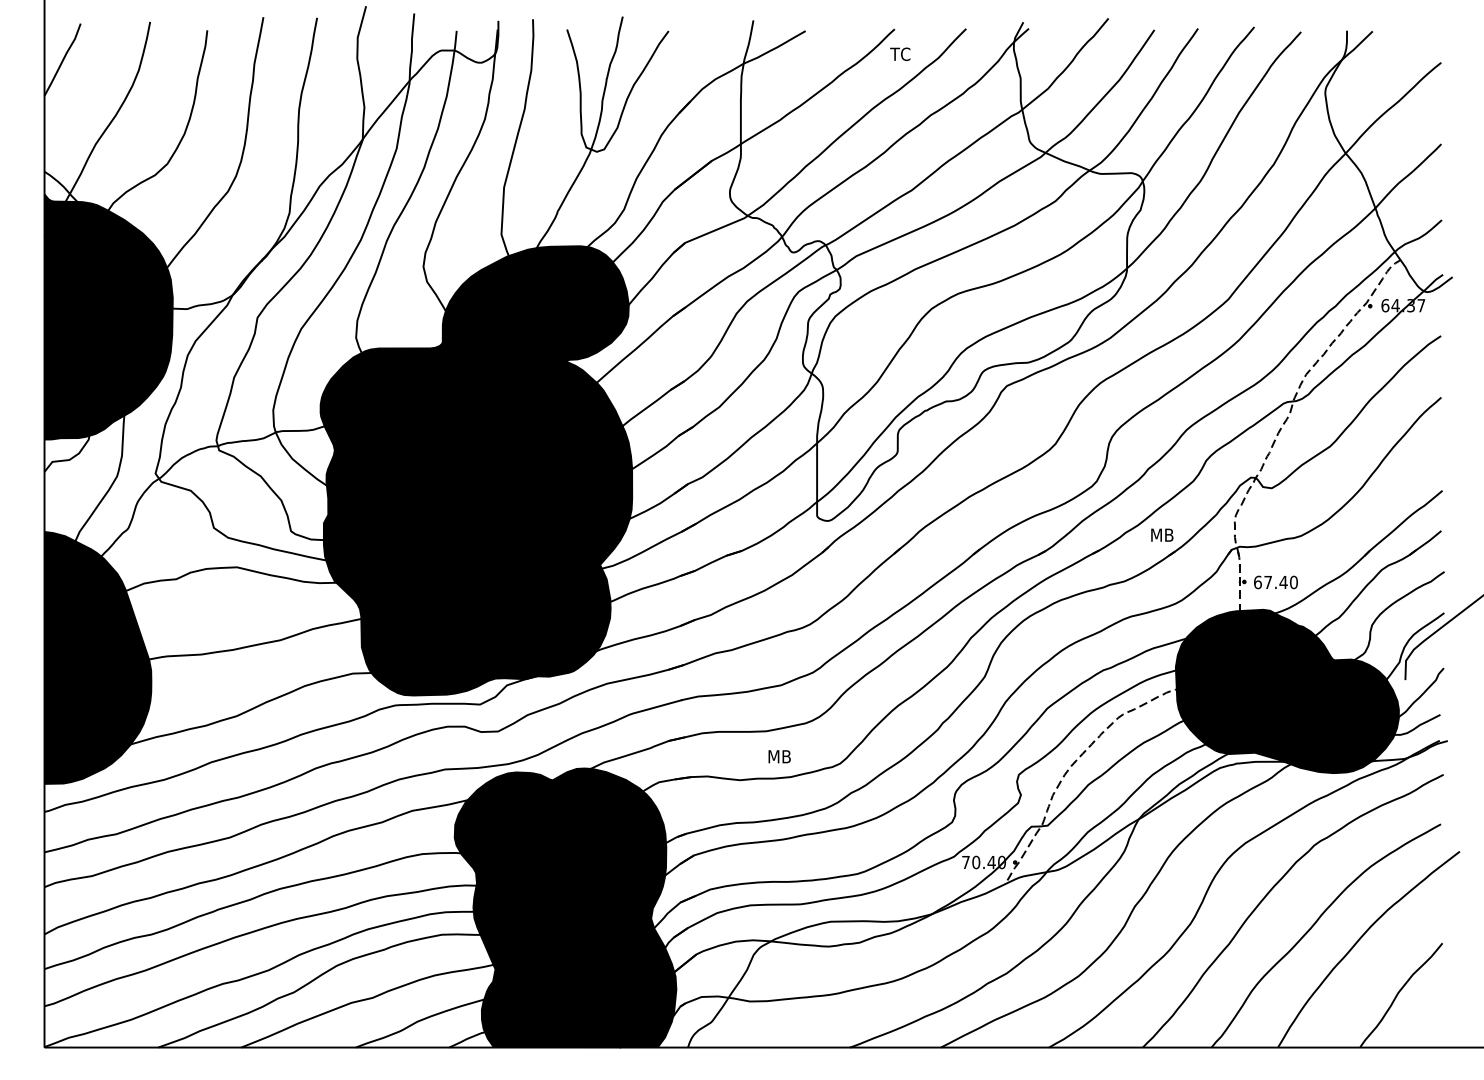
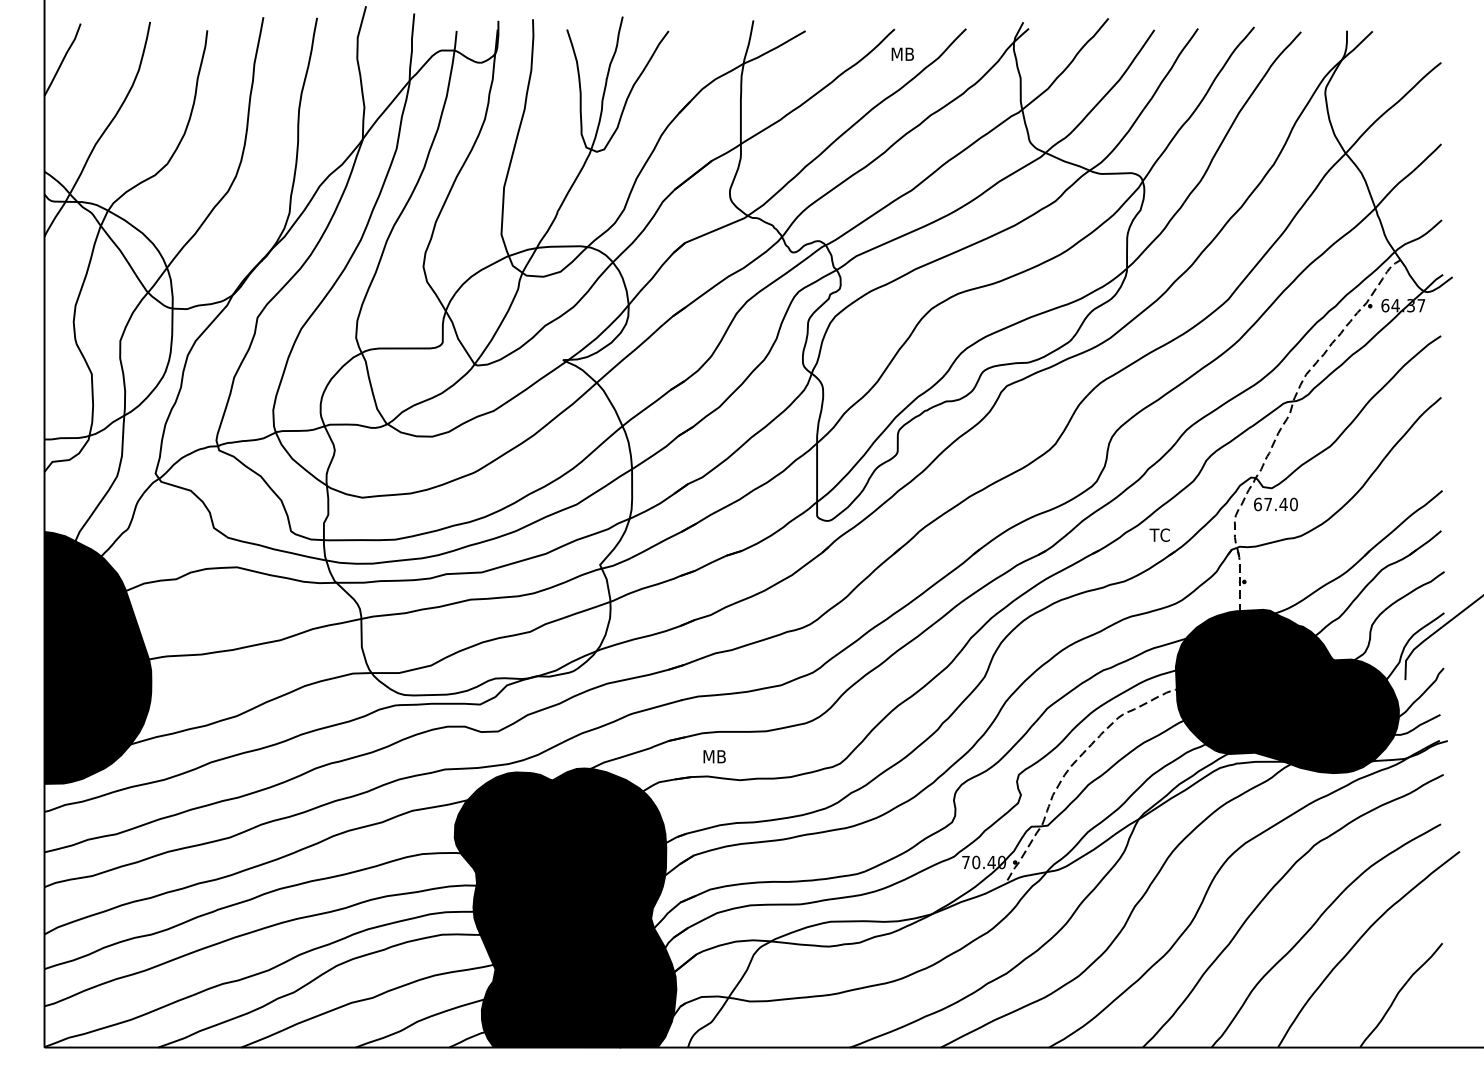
text at (901, 53): TC -> MB
fill at (108, 316): present -> none
fill at (476, 470): present -> none
text at (1161, 534): MB -> TC
text at (1275, 582) position: (1275, 582) -> (1275, 504)
text at (779, 756) position: (779, 756) -> (714, 756)
